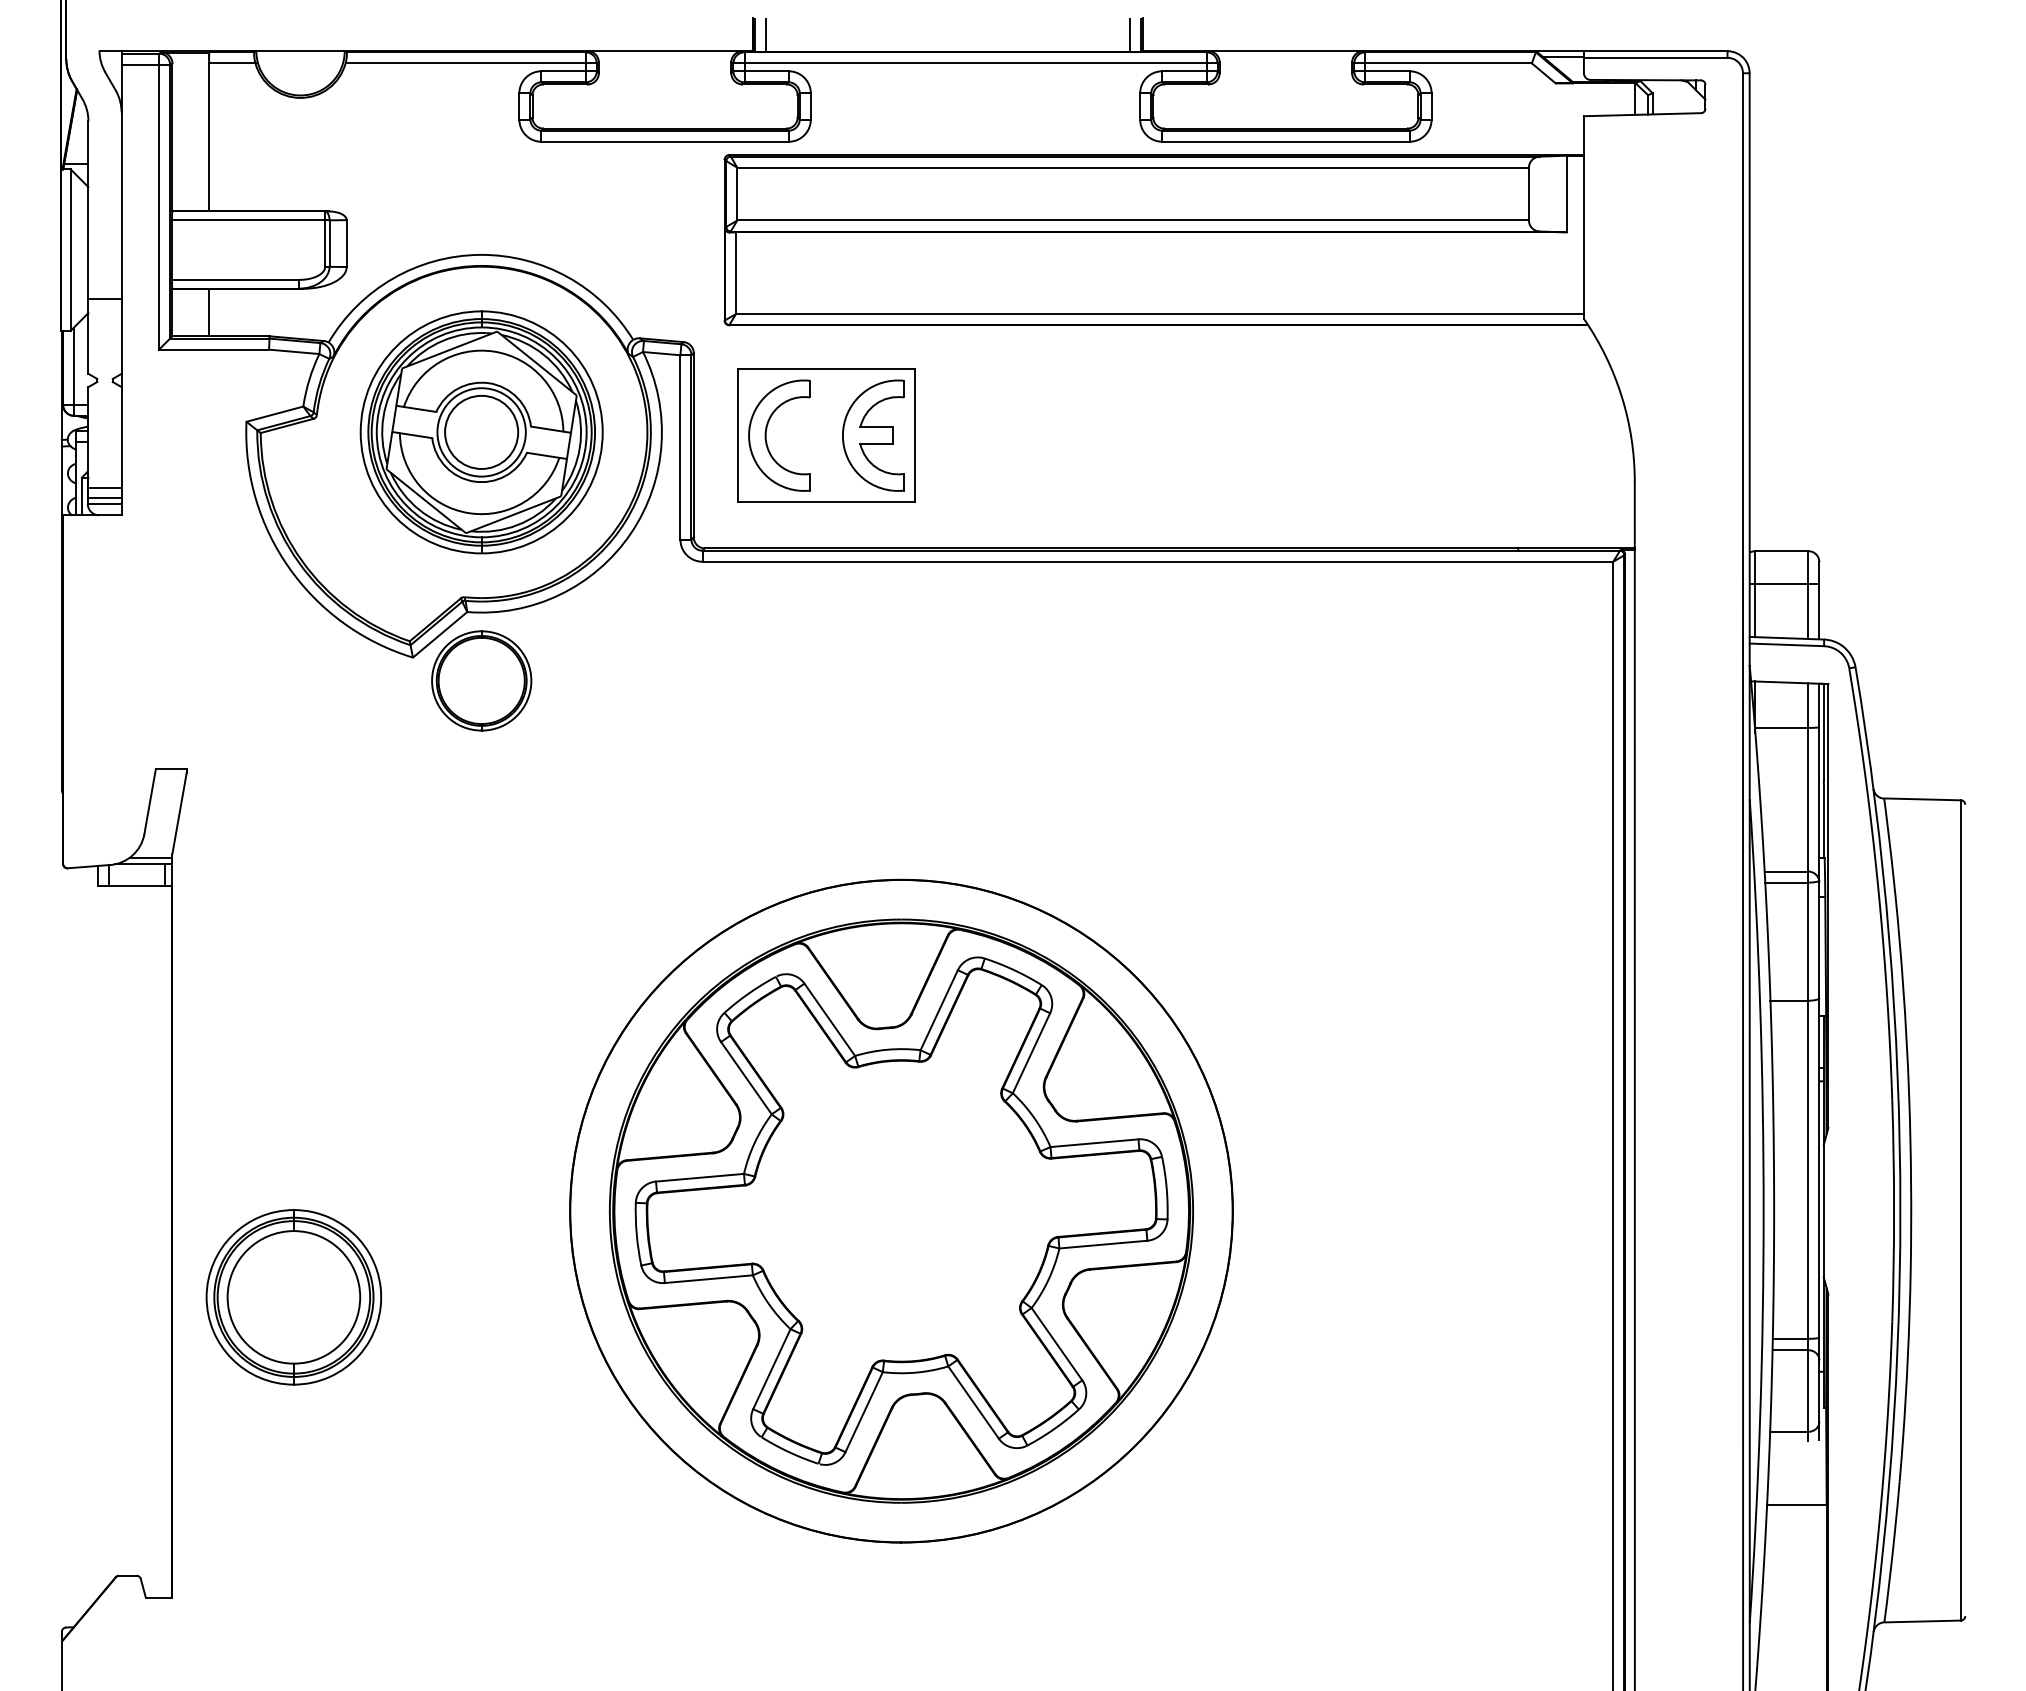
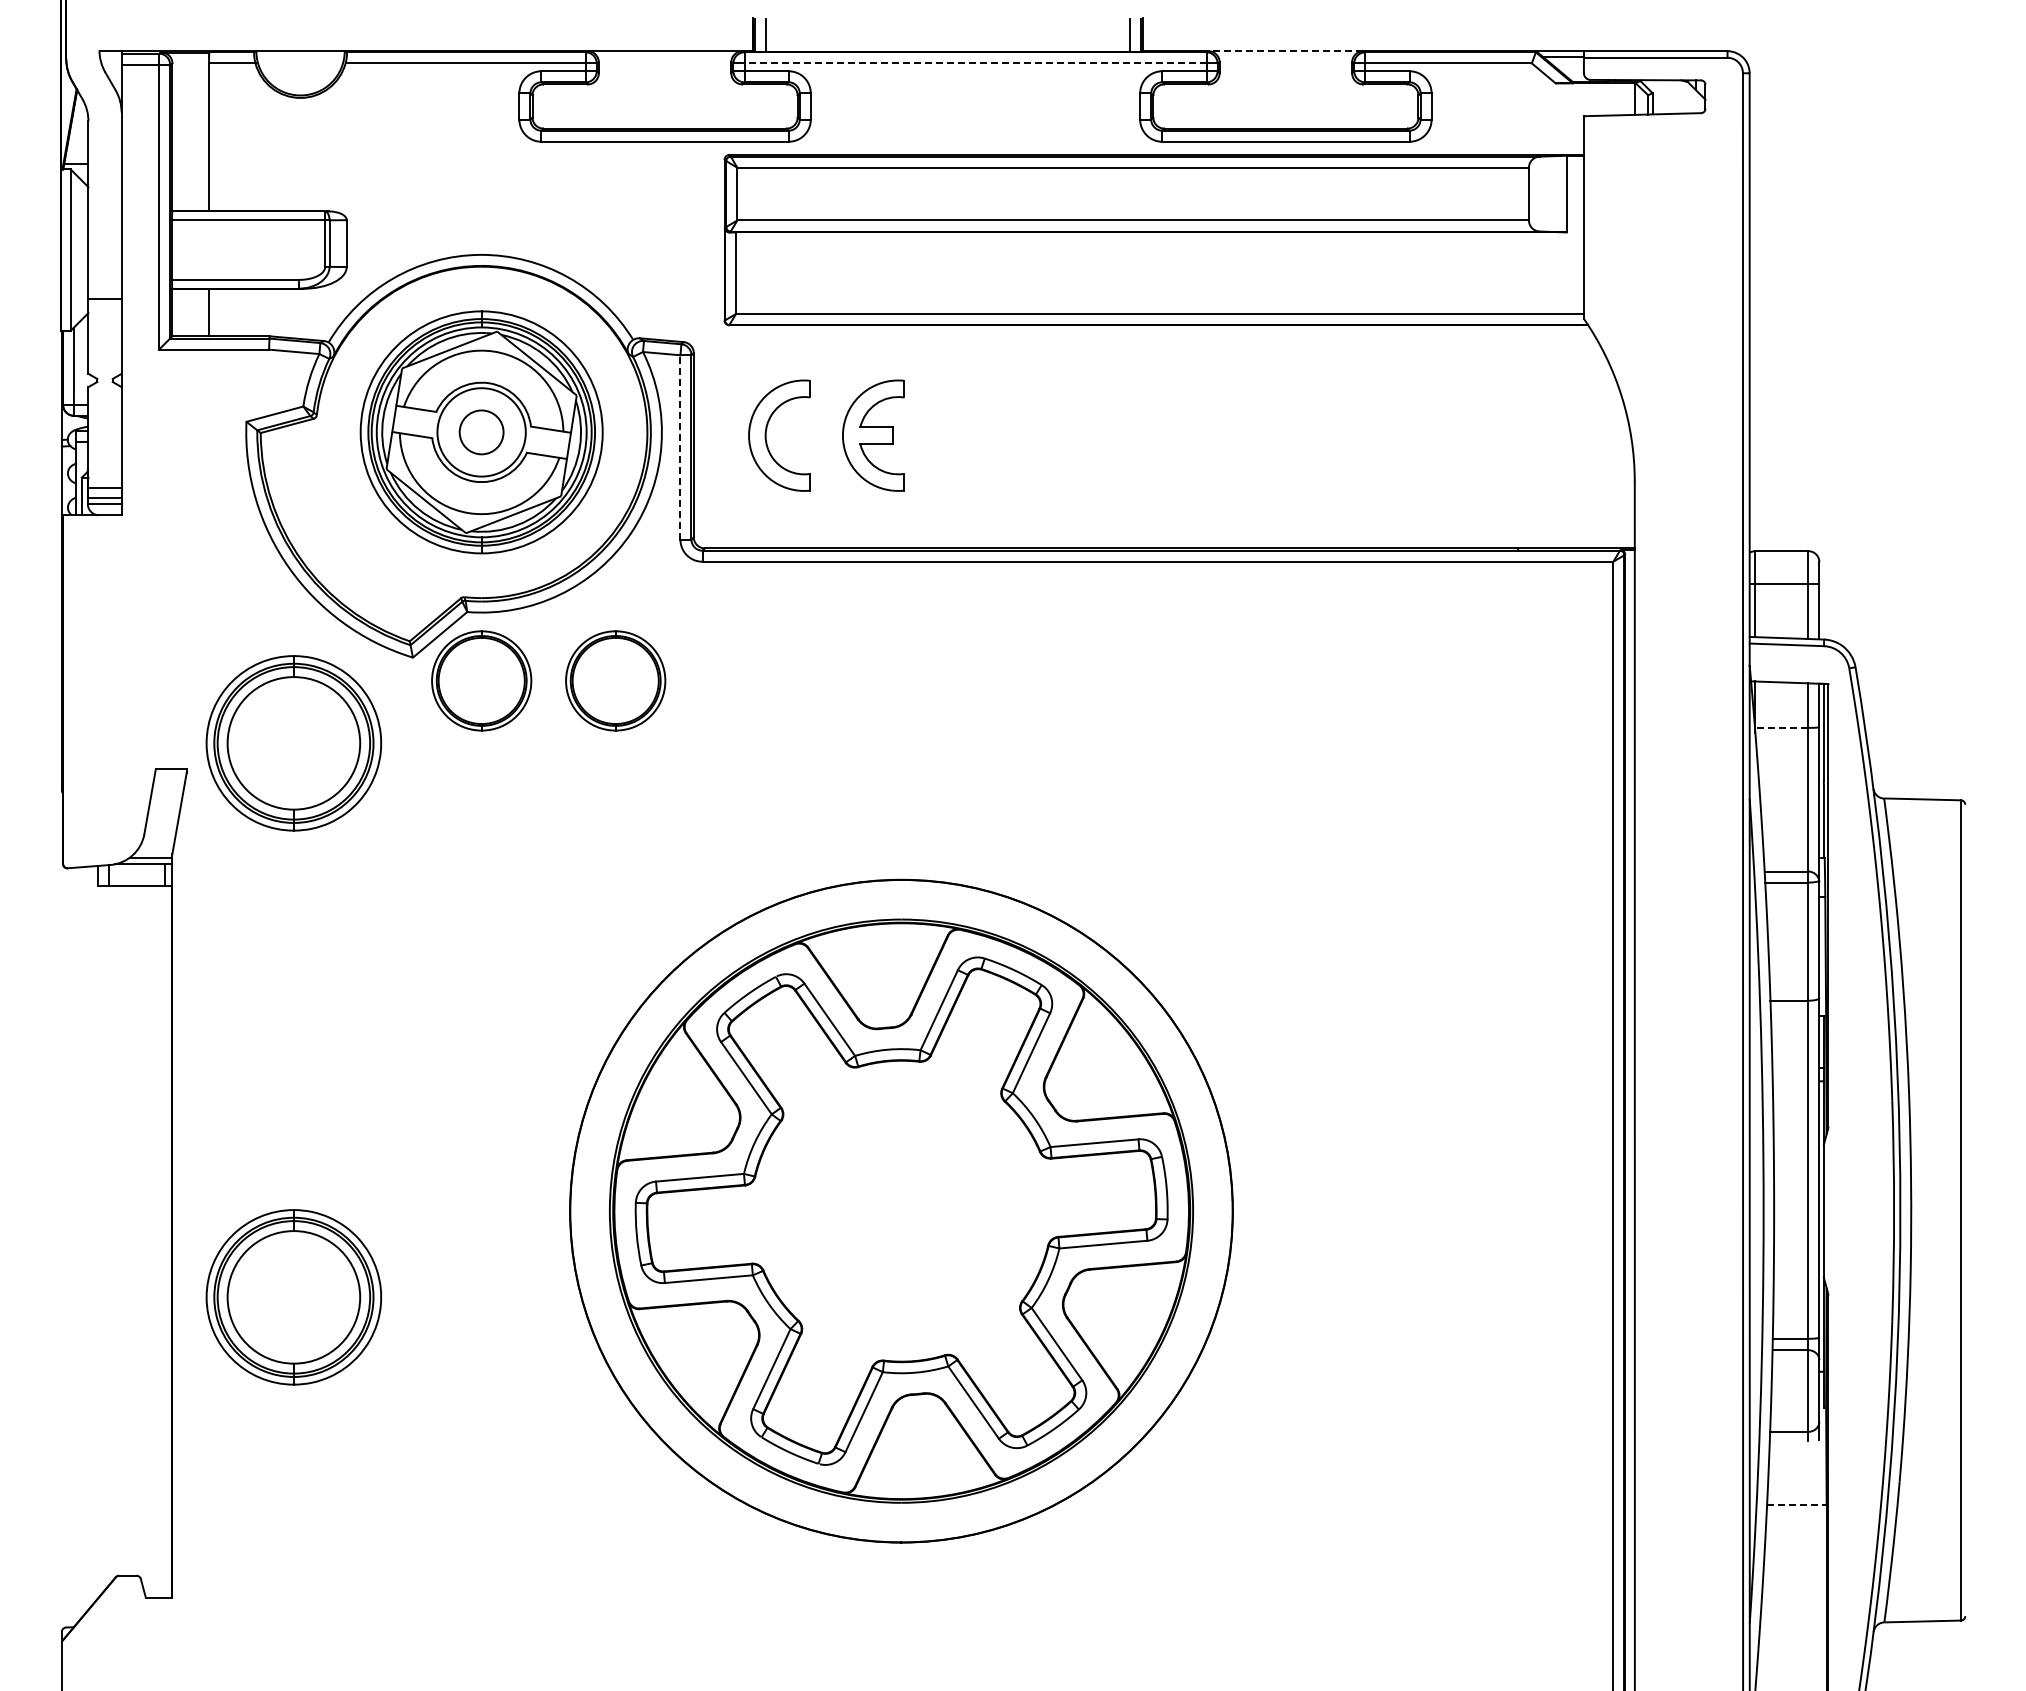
line at (1285, 51): solid -> dashed
line at (975, 63): solid -> dashed
circle at (481, 431) diameter: 73 px -> 44 px
part at (826, 435): present -> none
line at (680, 446): solid -> dashed
part at (615, 680): none -> present
line at (1781, 727): solid -> dashed
part at (293, 743): none -> present
line at (1796, 1504): solid -> dashed
